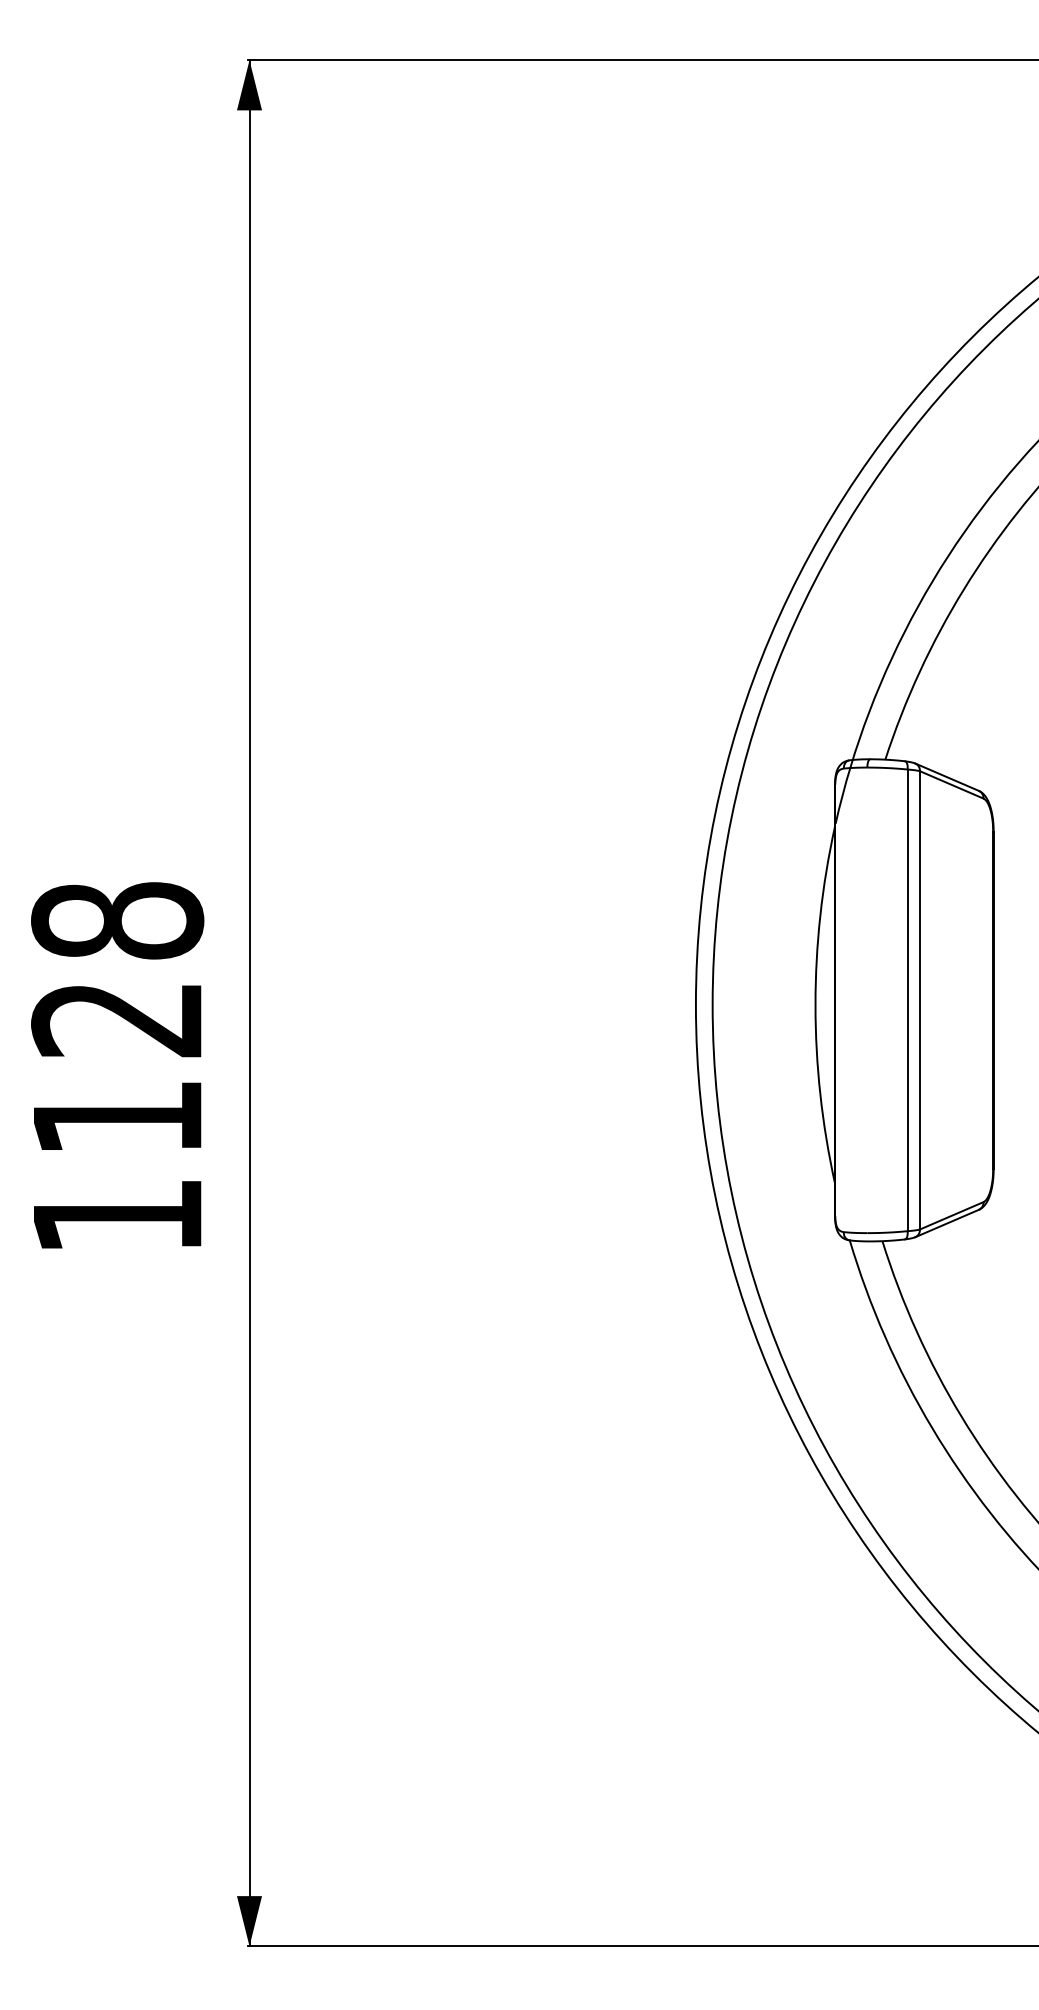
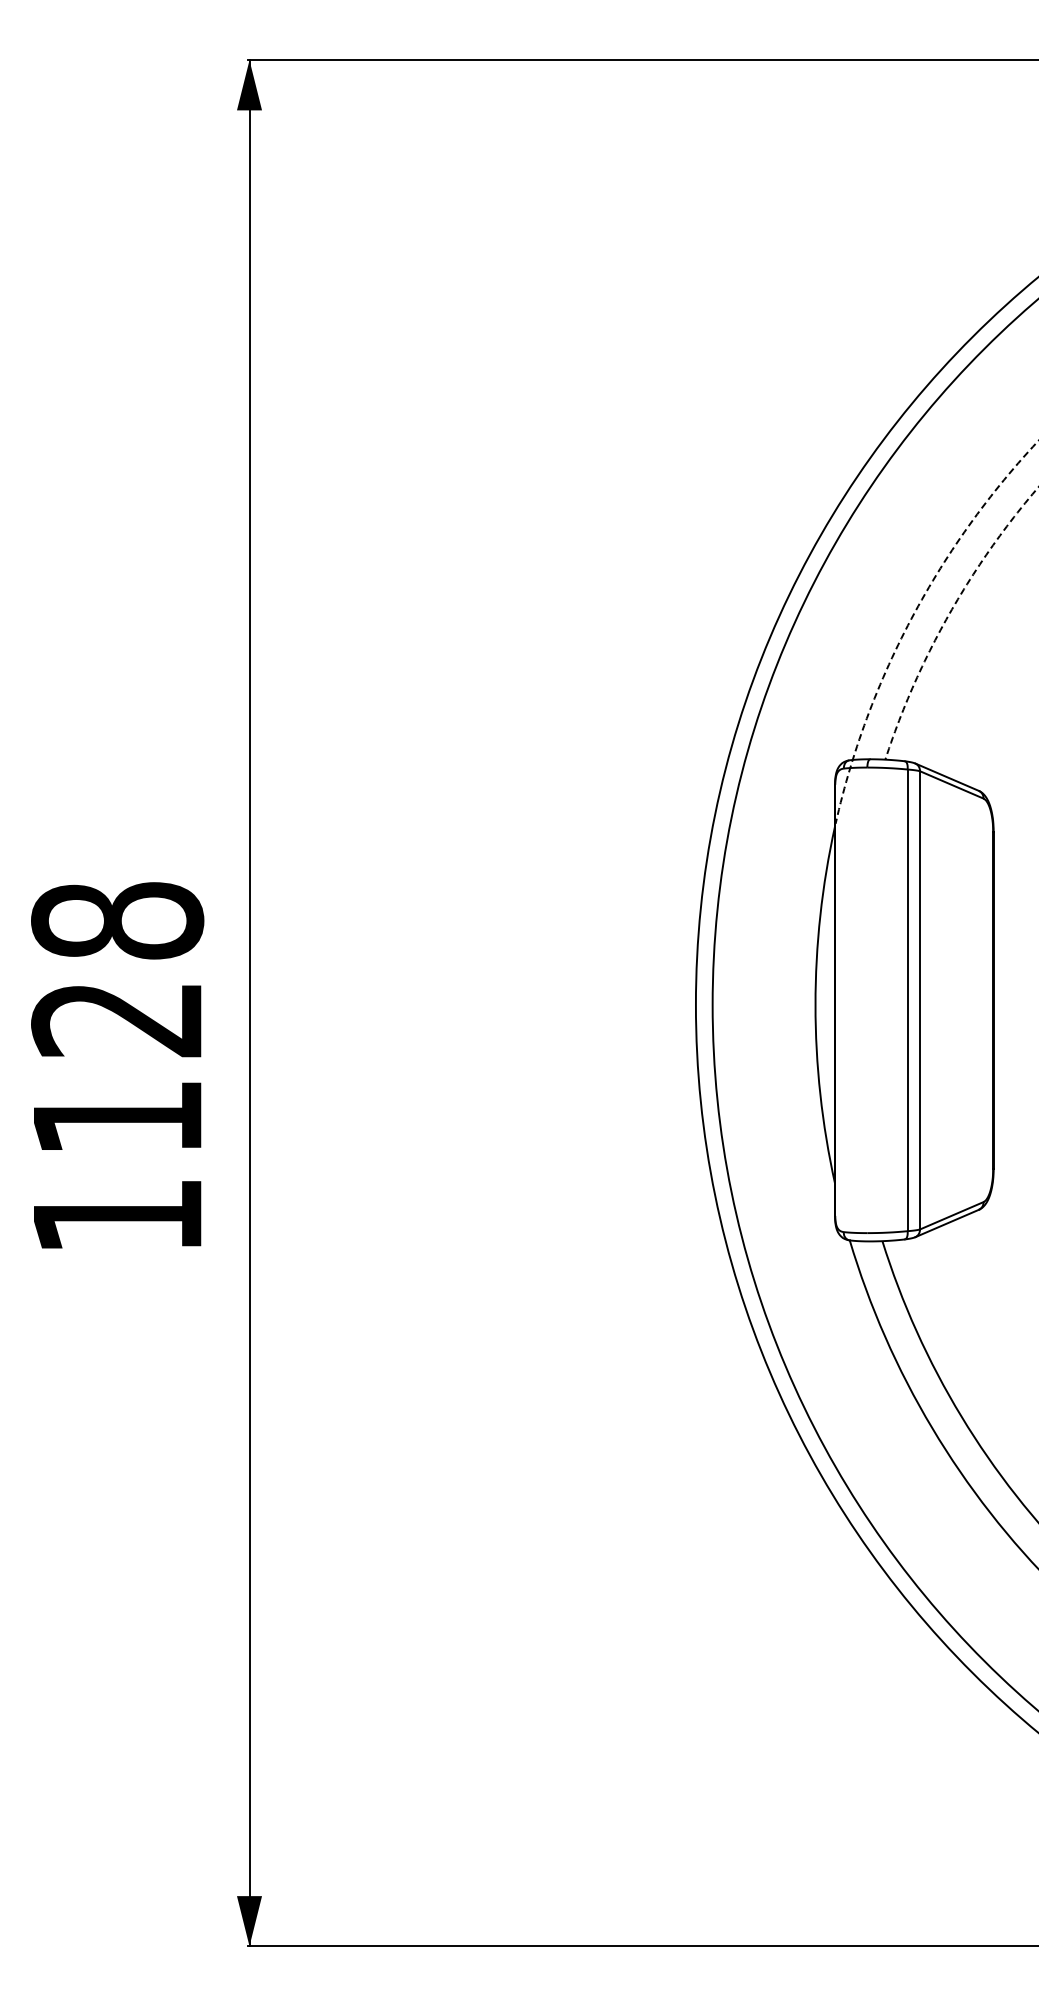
arc at (948, 615): solid -> dashed
arc at (911, 618): solid -> dashed
